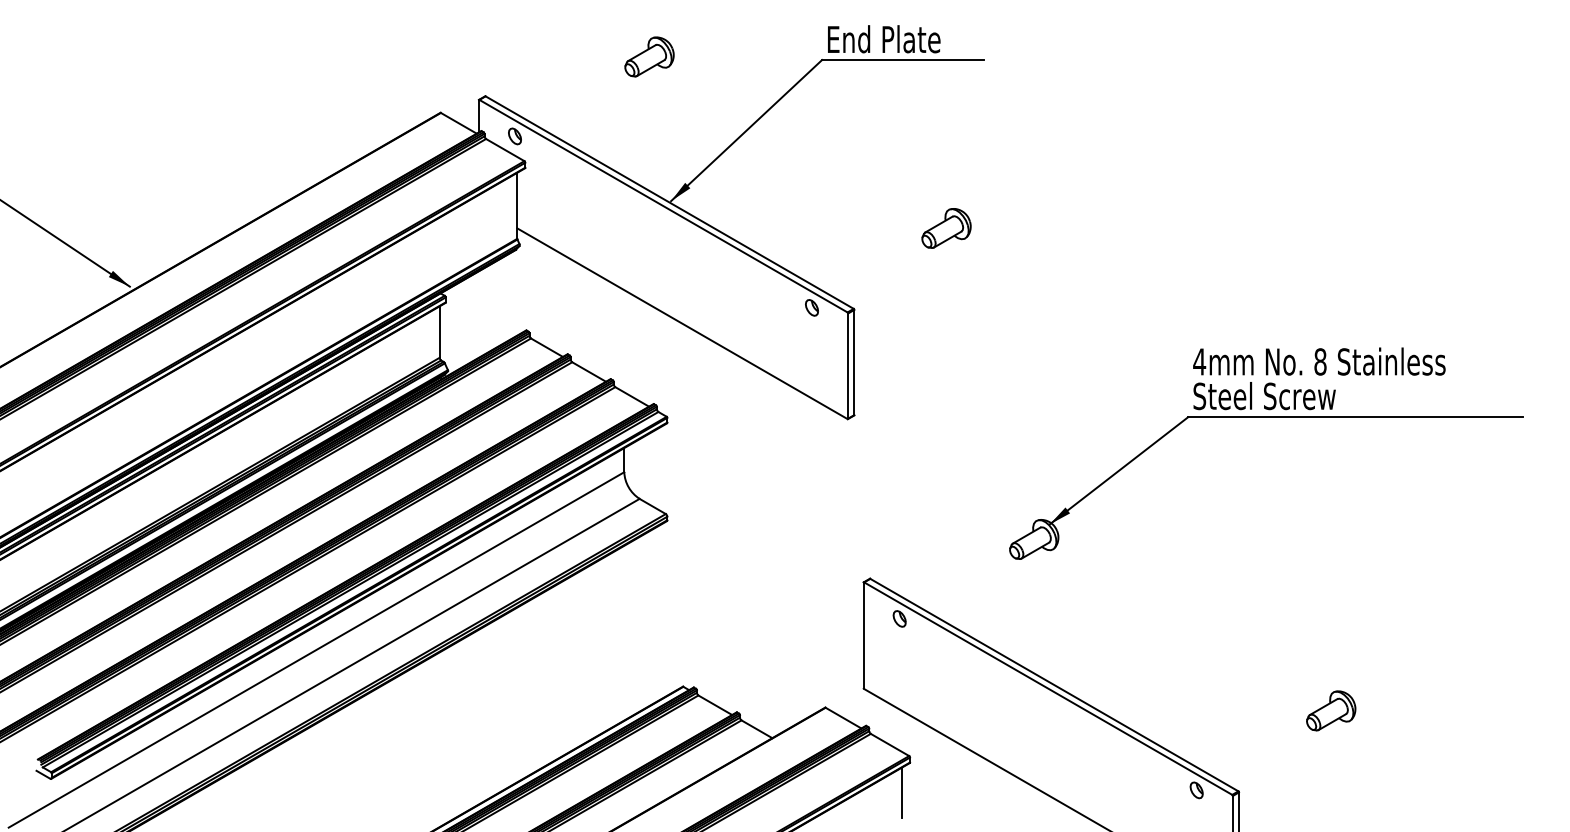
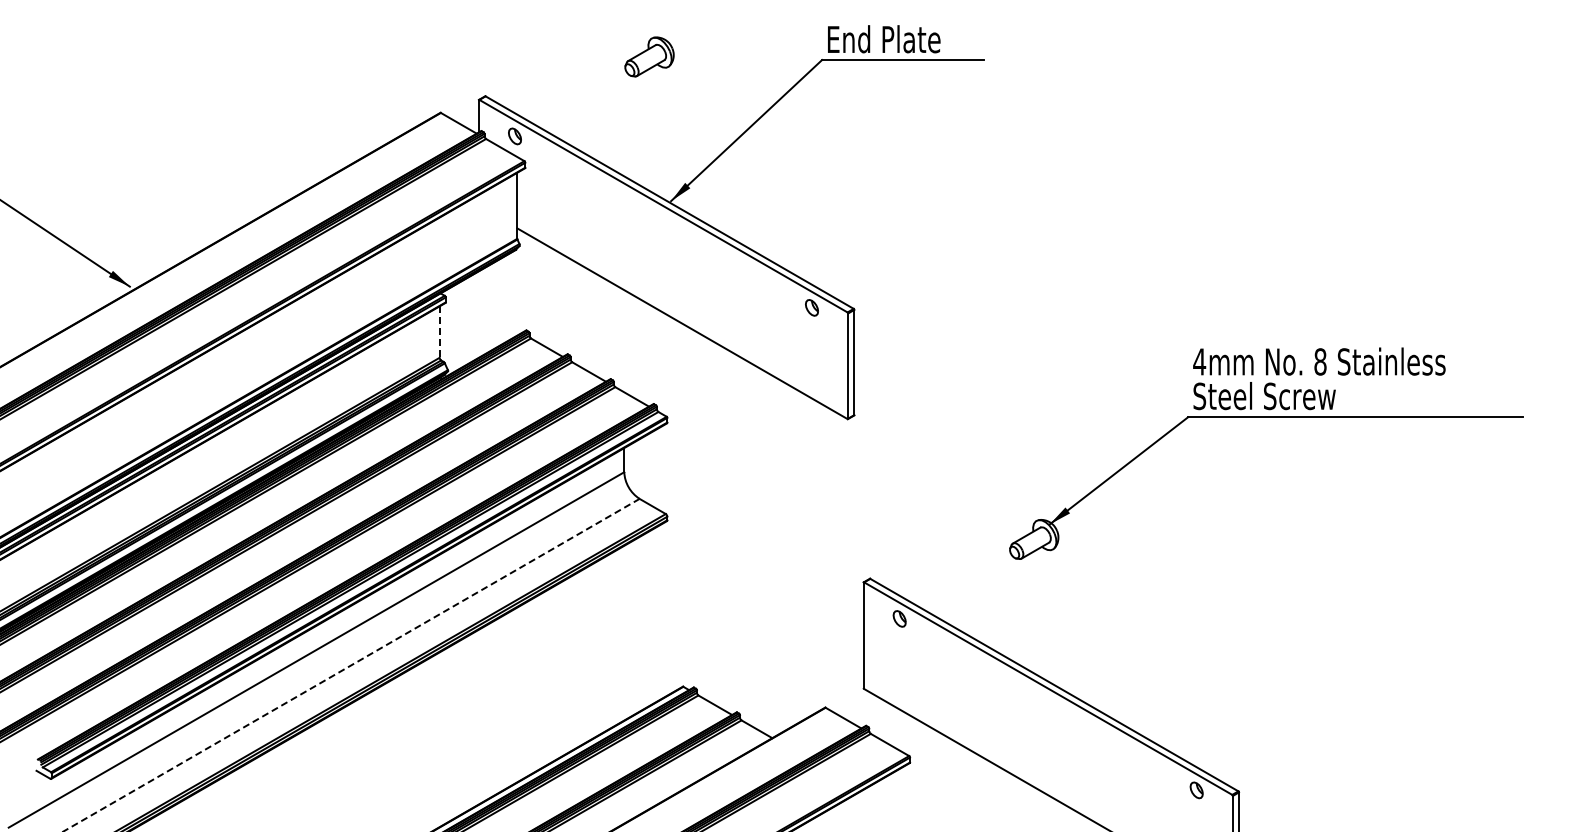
part at (946, 228): present -> none
line at (439, 332): solid -> dashed
line at (351, 665): solid -> dashed
part at (1331, 710): present -> none
line at (901, 792): present -> none
